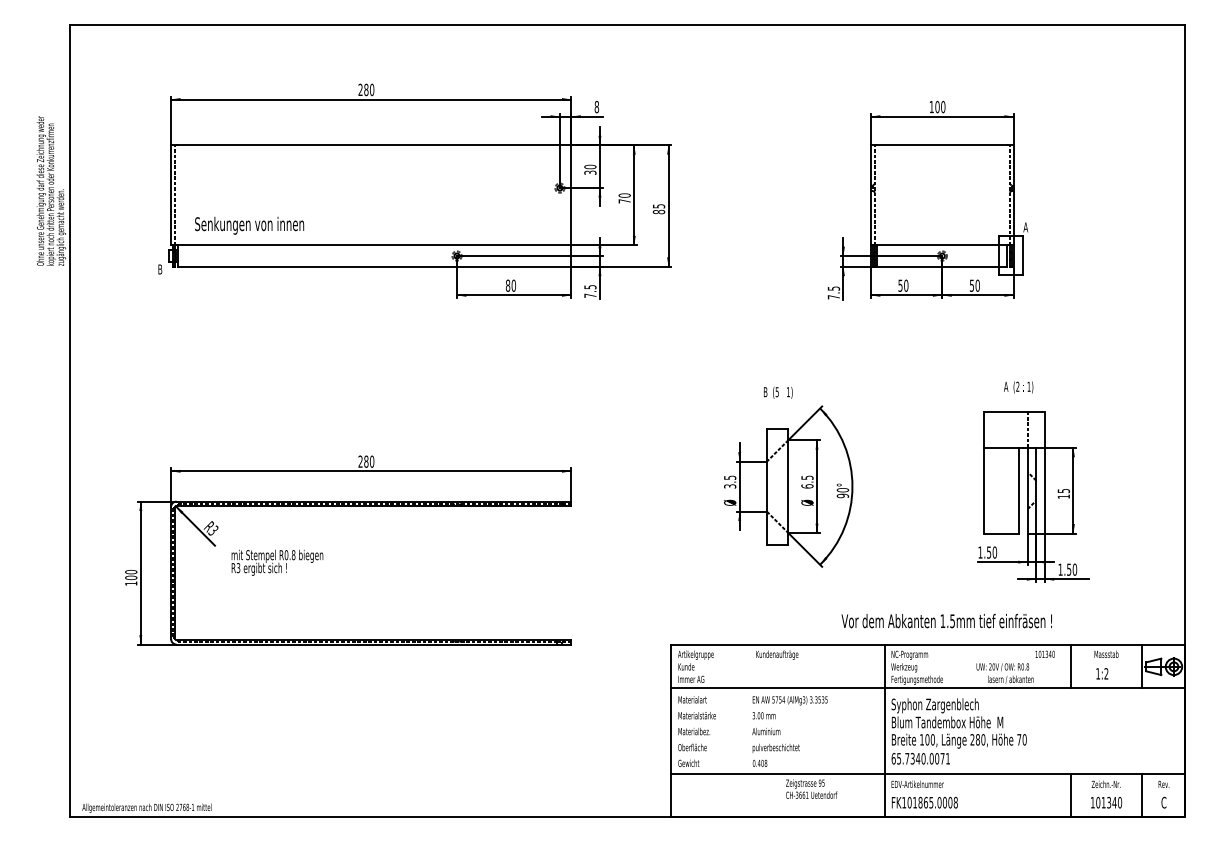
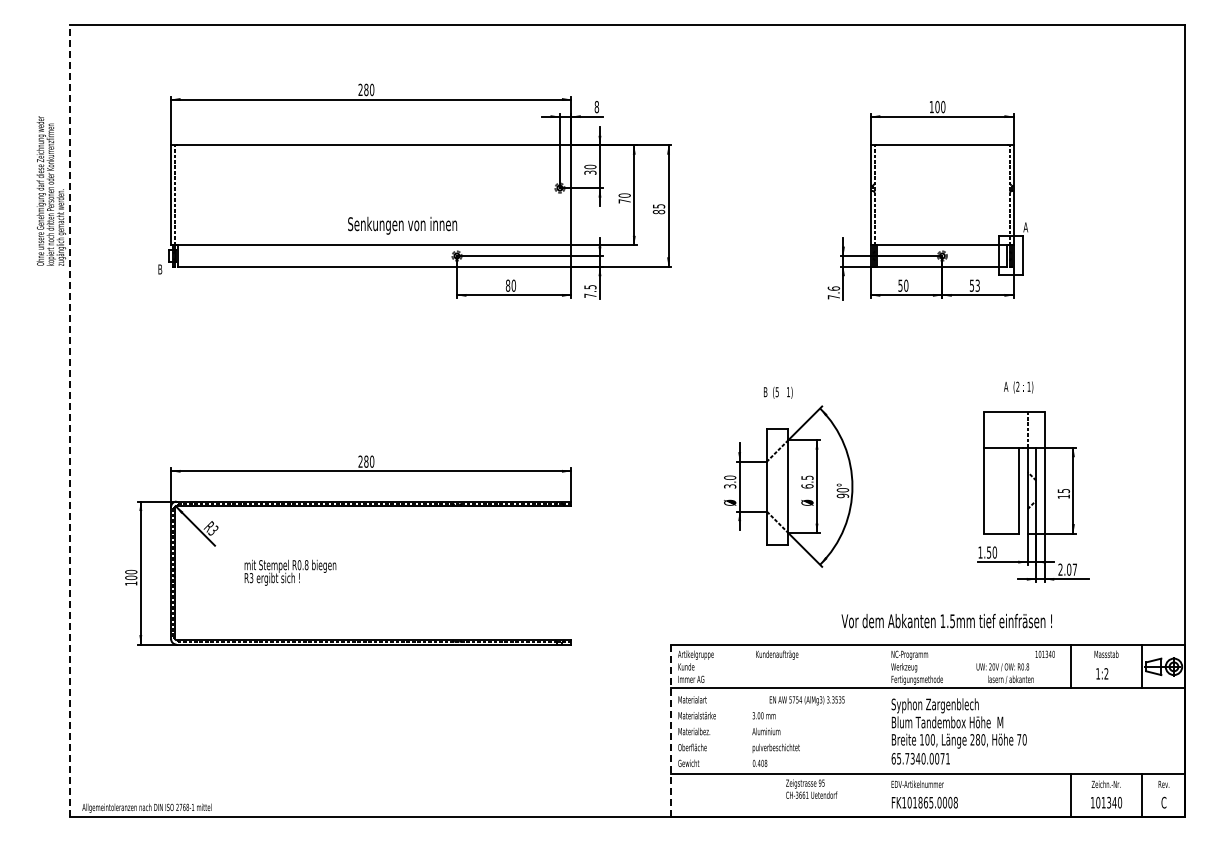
text at (249, 225) position: (249, 225) -> (402, 225)
text at (977, 285): 50 -> 53
text at (833, 288): 7.5 -> 7.6
line at (70, 421): solid -> dashed
text at (730, 477): 3.5 -> 3.0
text at (277, 562) position: (277, 562) -> (290, 572)
text at (1067, 569): 1.50 -> 2.07
text at (789, 700) position: (789, 700) -> (806, 700)
line at (885, 730): present -> none
line at (670, 731): solid -> dashed
